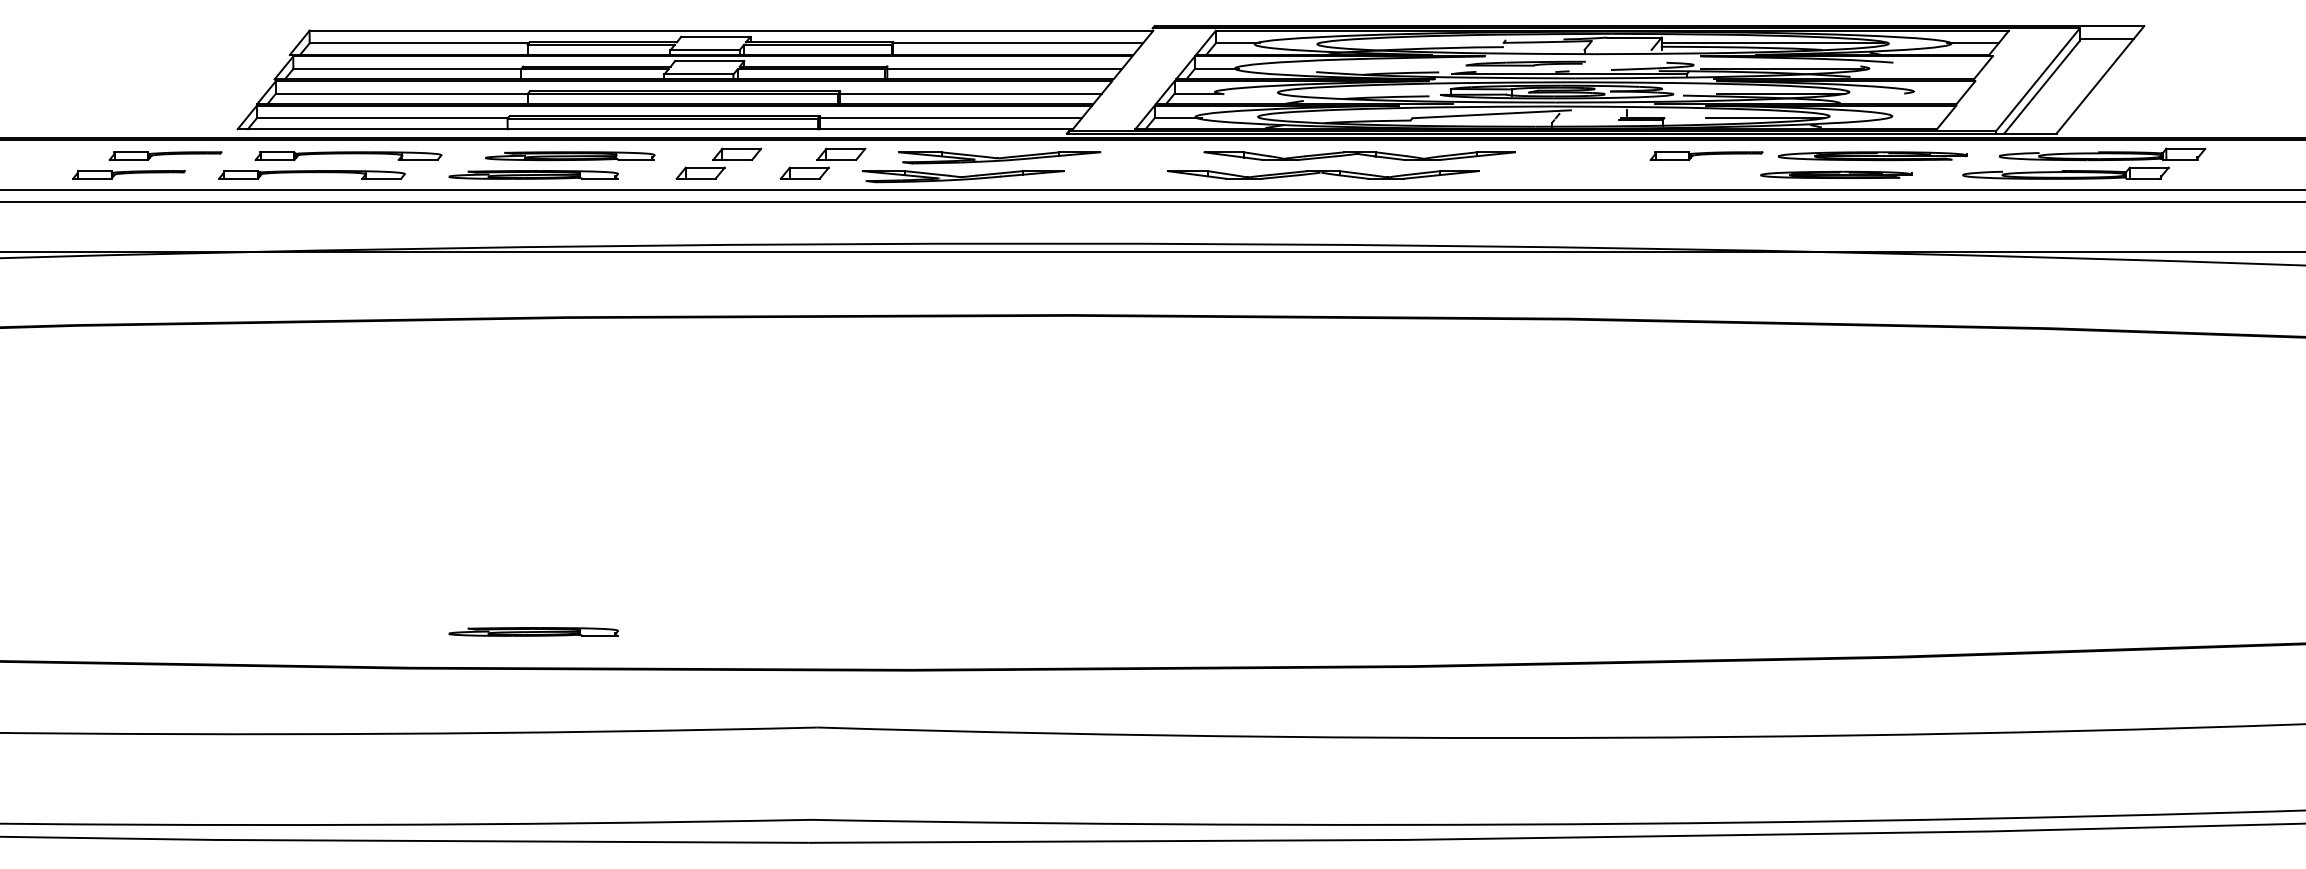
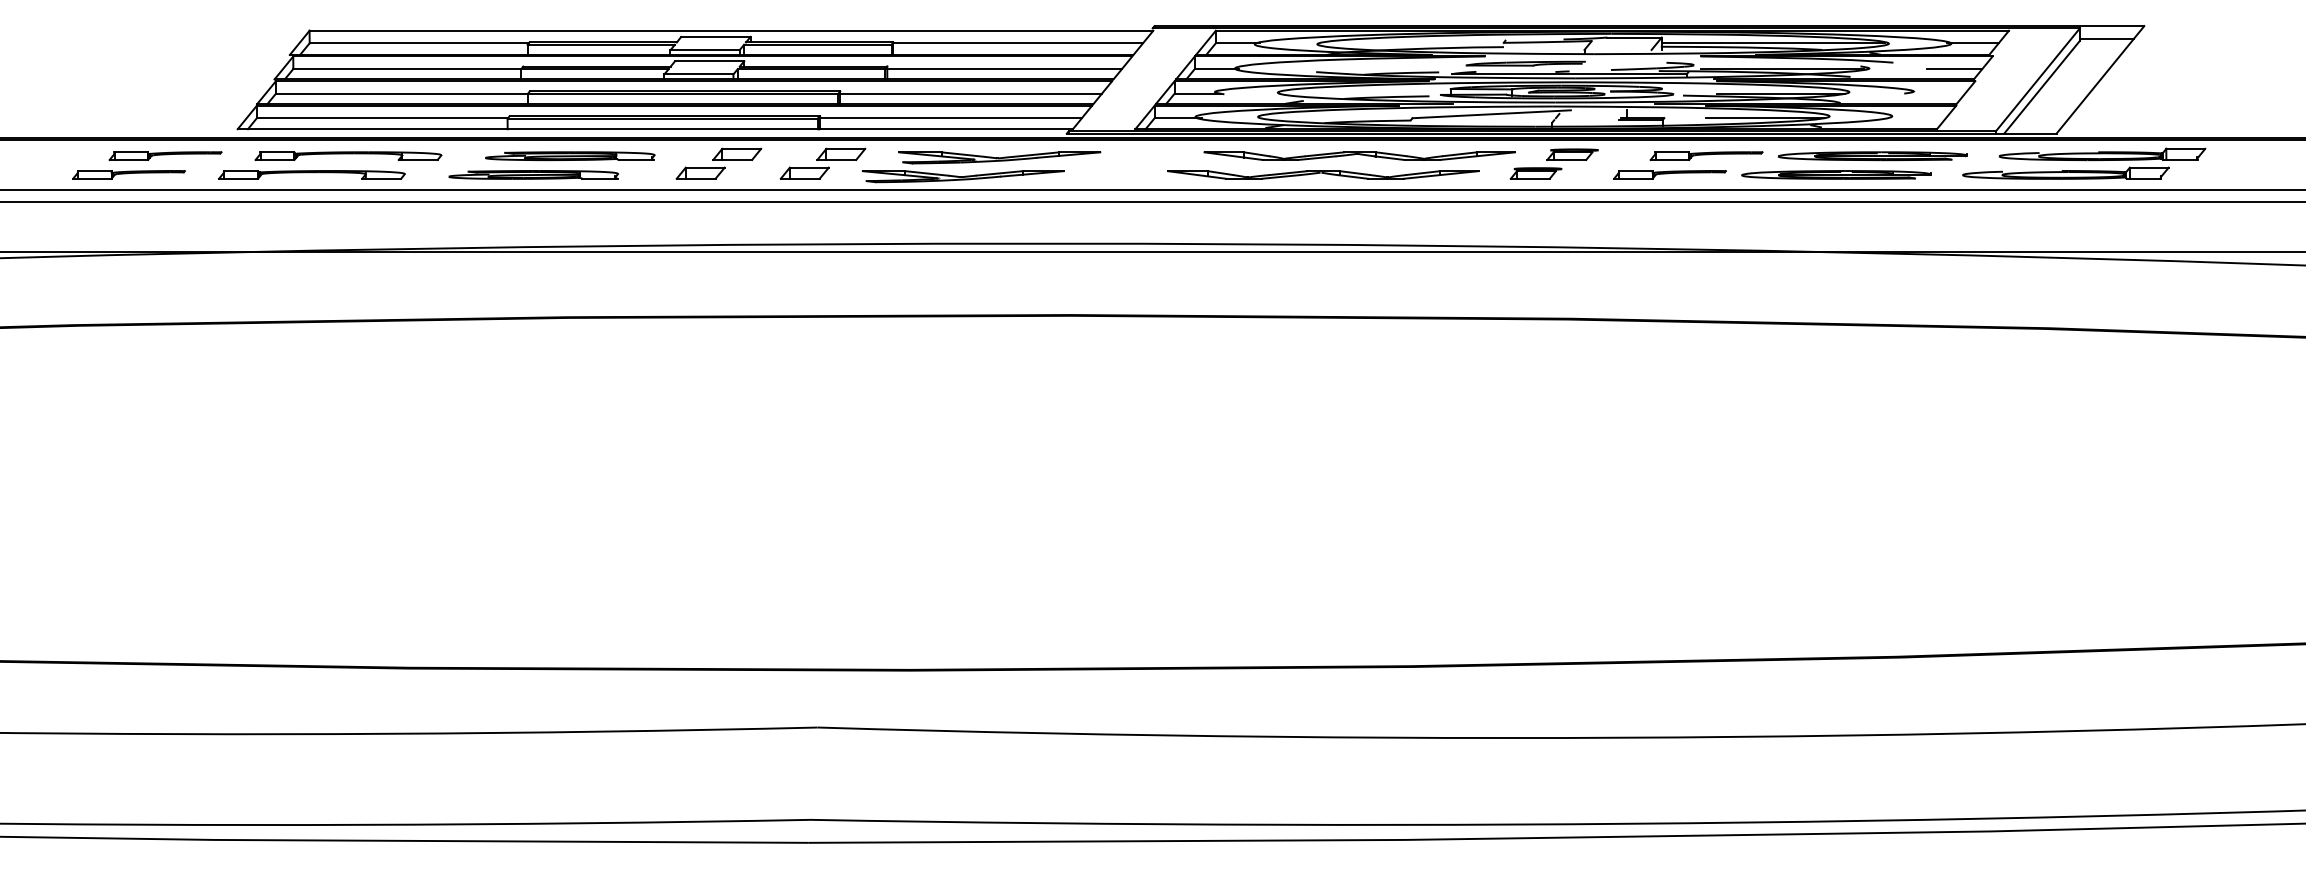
line at (1954, 68): none -> present
part at (1553, 163): none -> present
part at (1669, 174): none -> present
part at (1836, 174) size: 153x9 px -> 191x10 px
part at (533, 631): present -> none
